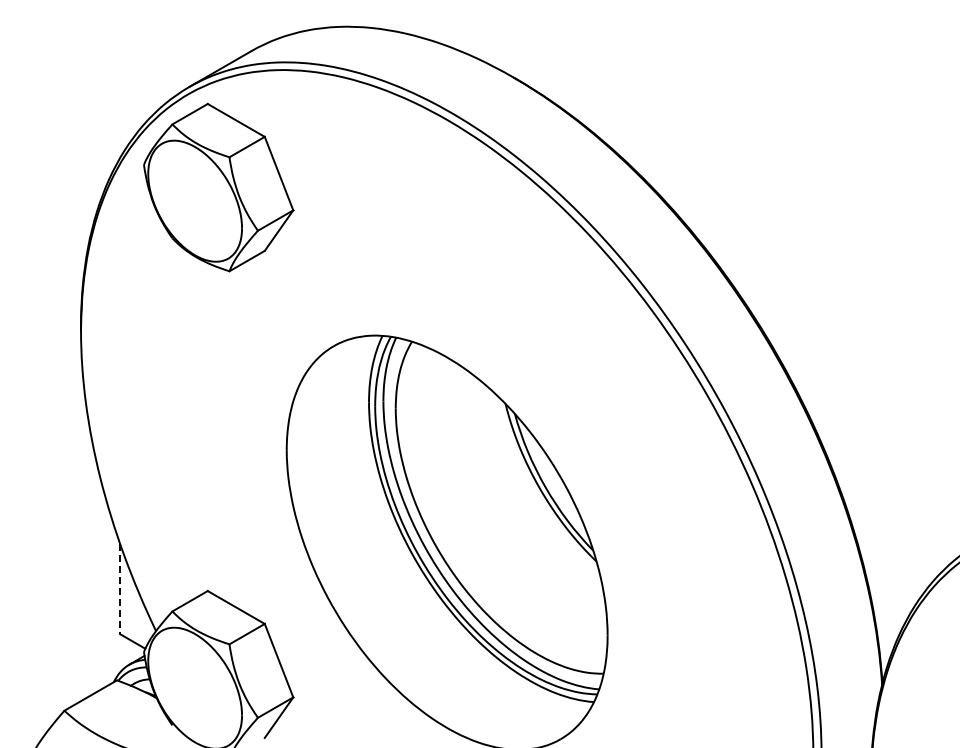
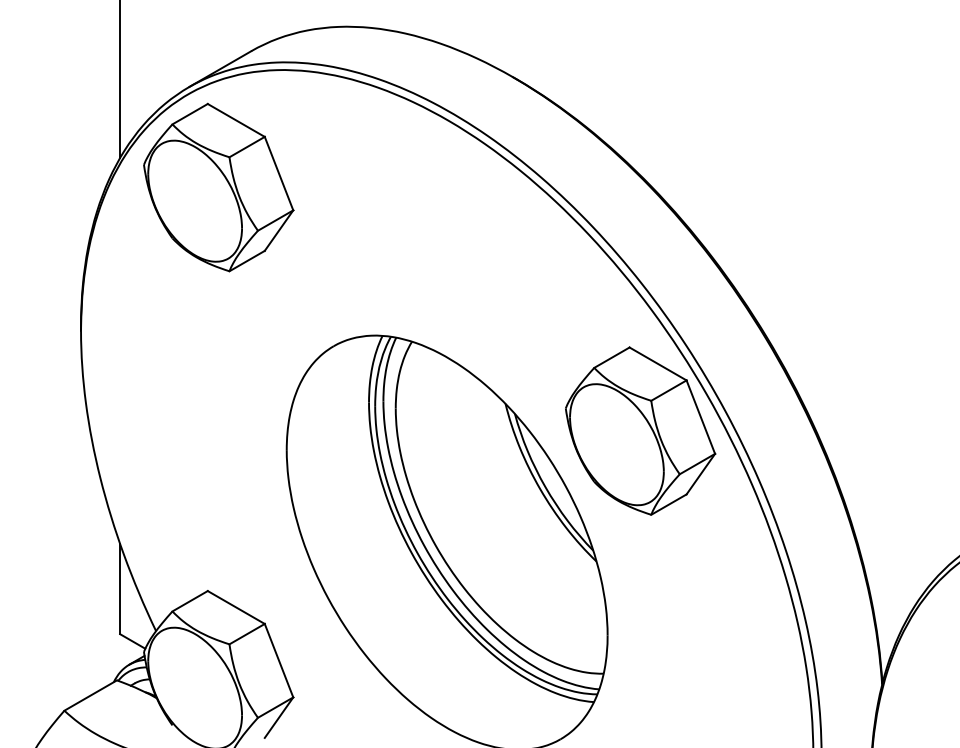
line at (120, 80): none -> present
part at (640, 430): none -> present
line at (120, 589): dashed -> solid
